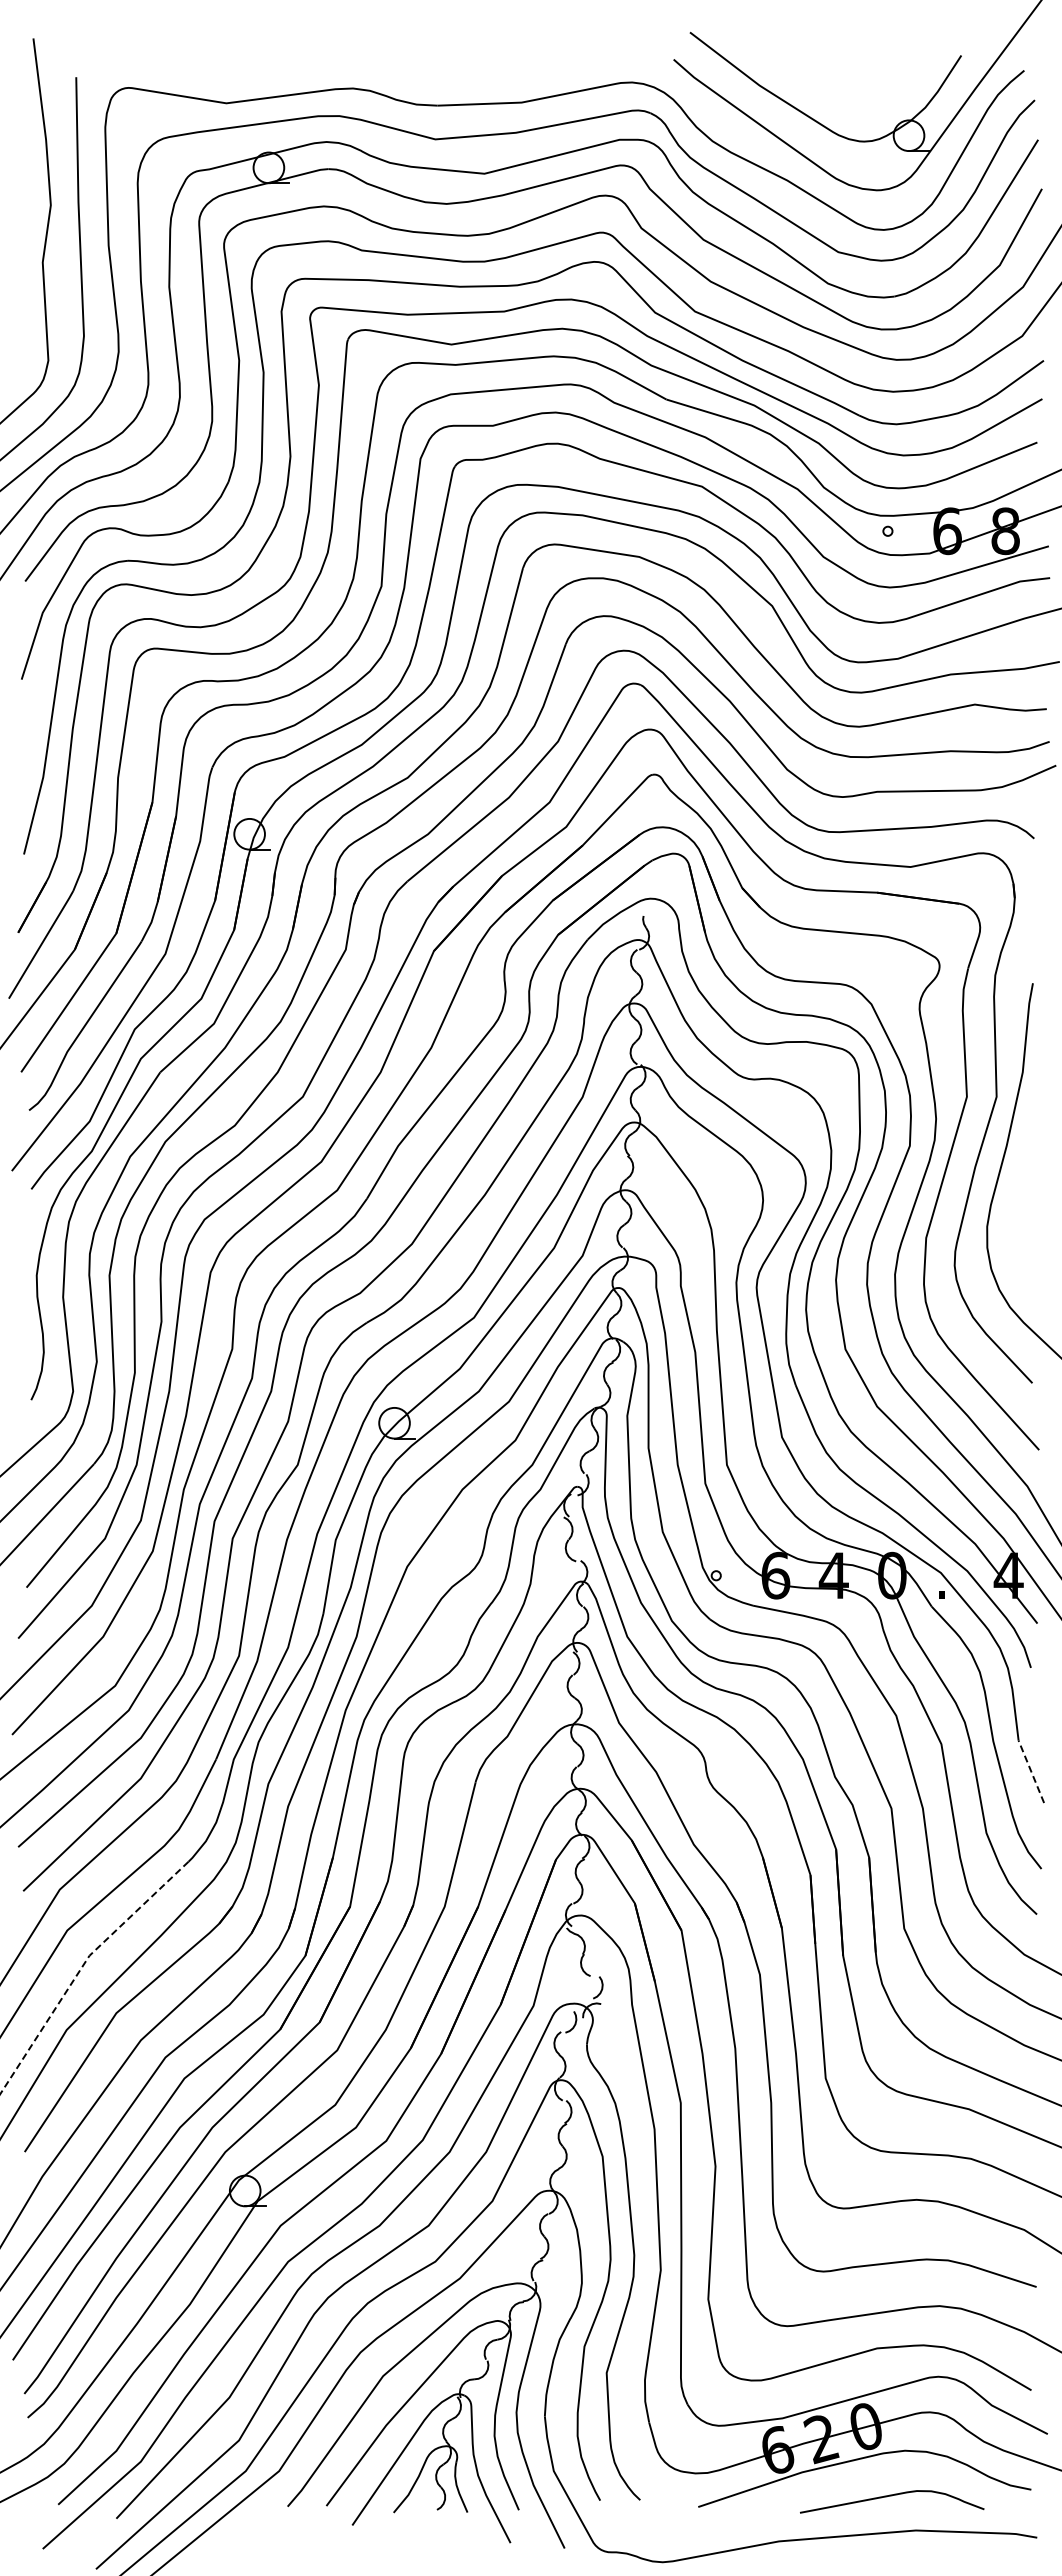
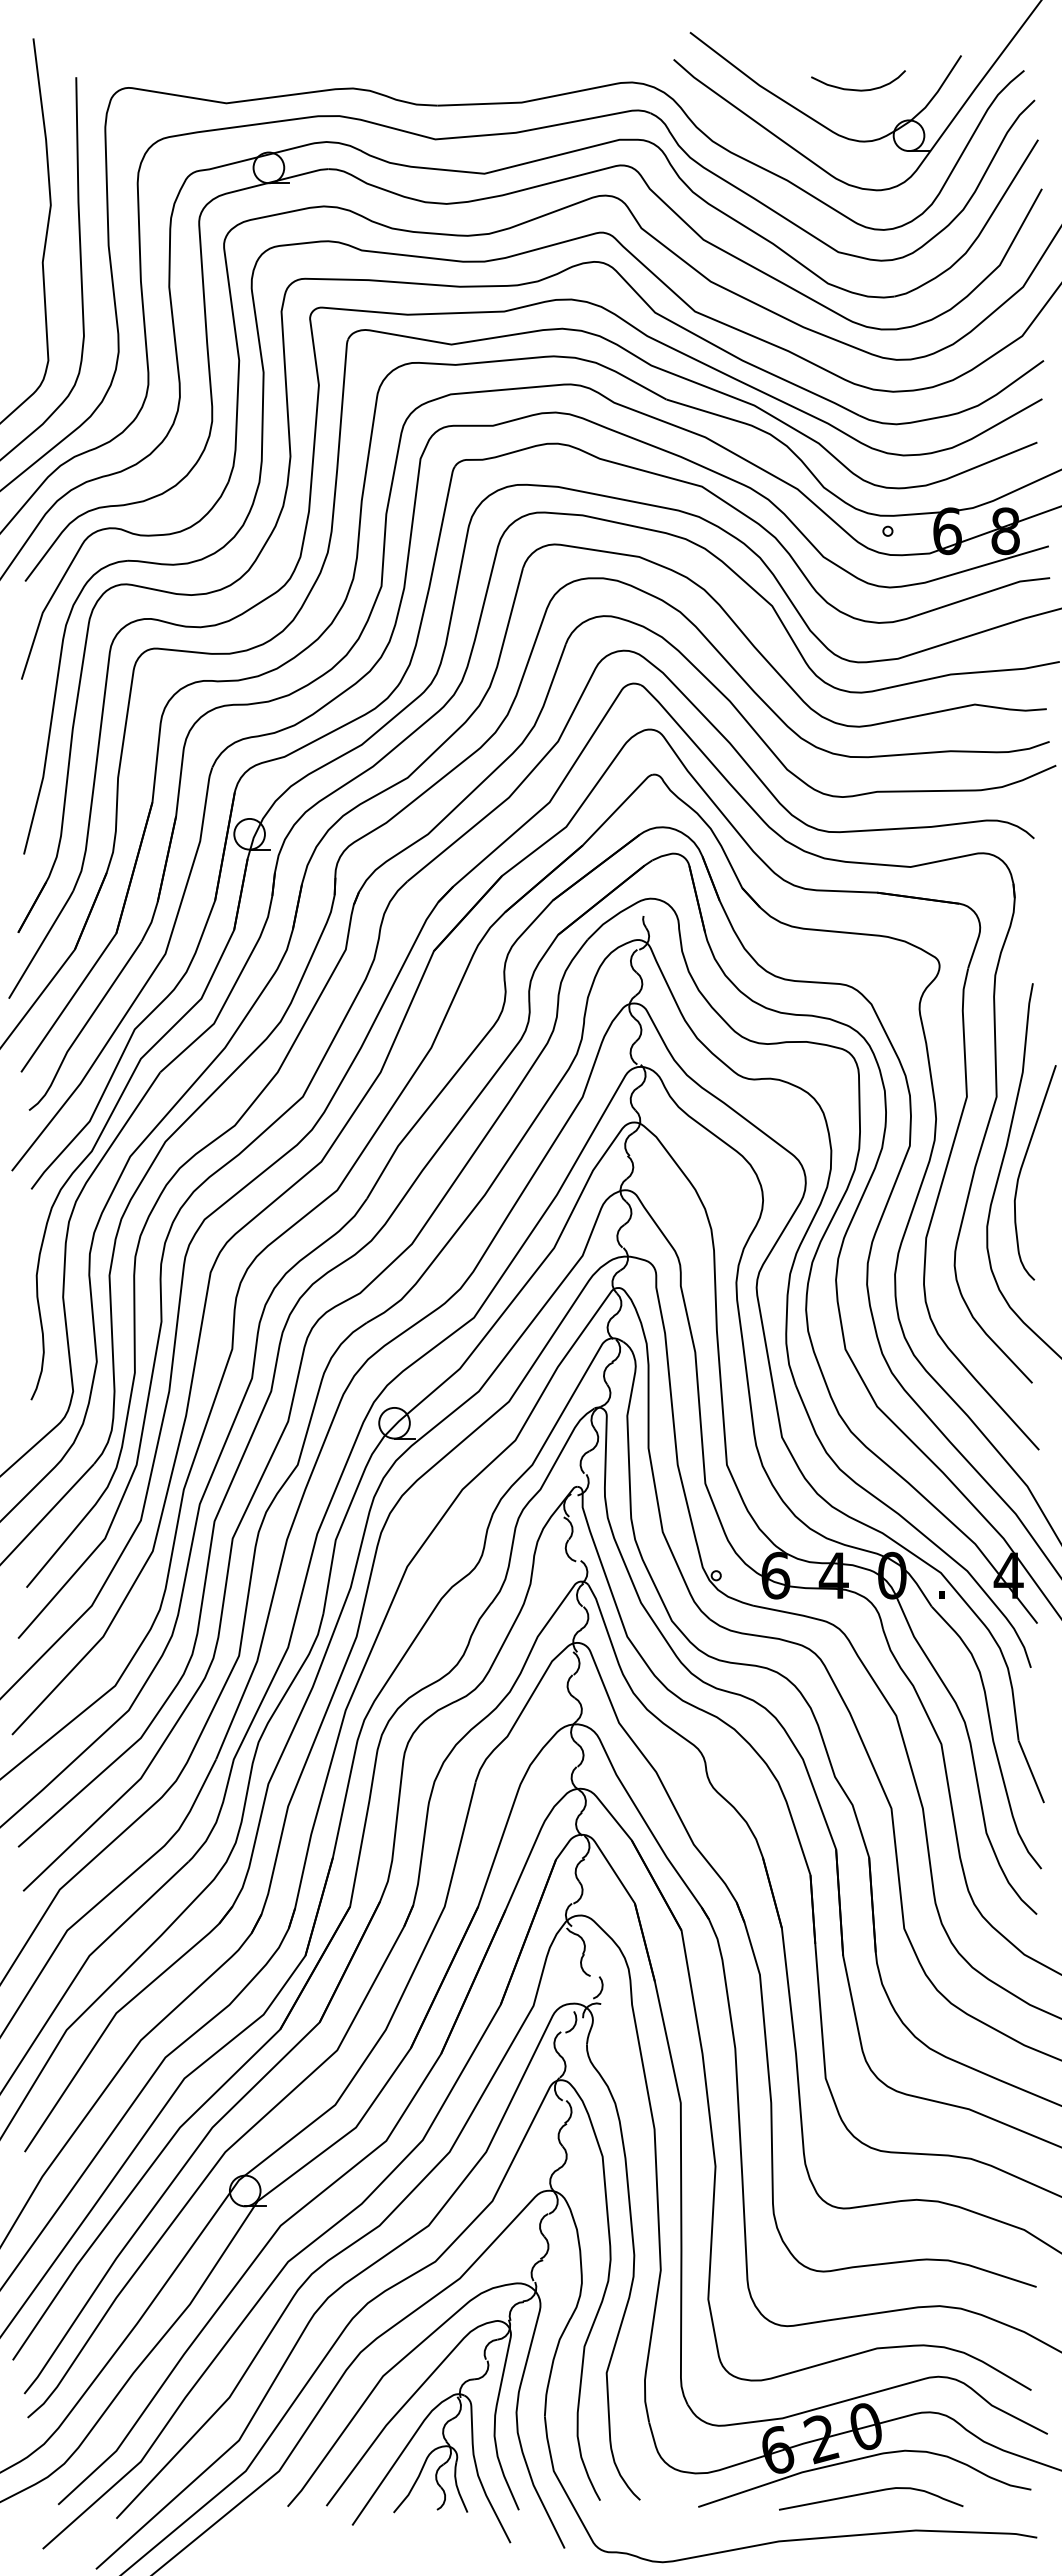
curve at (858, 89): none -> present
curve at (1022, 1168): none -> present
line at (1031, 1771): dashed -> solid
line at (81, 1967): dashed -> solid
curve at (892, 2496) position: (892, 2496) -> (871, 2493)
